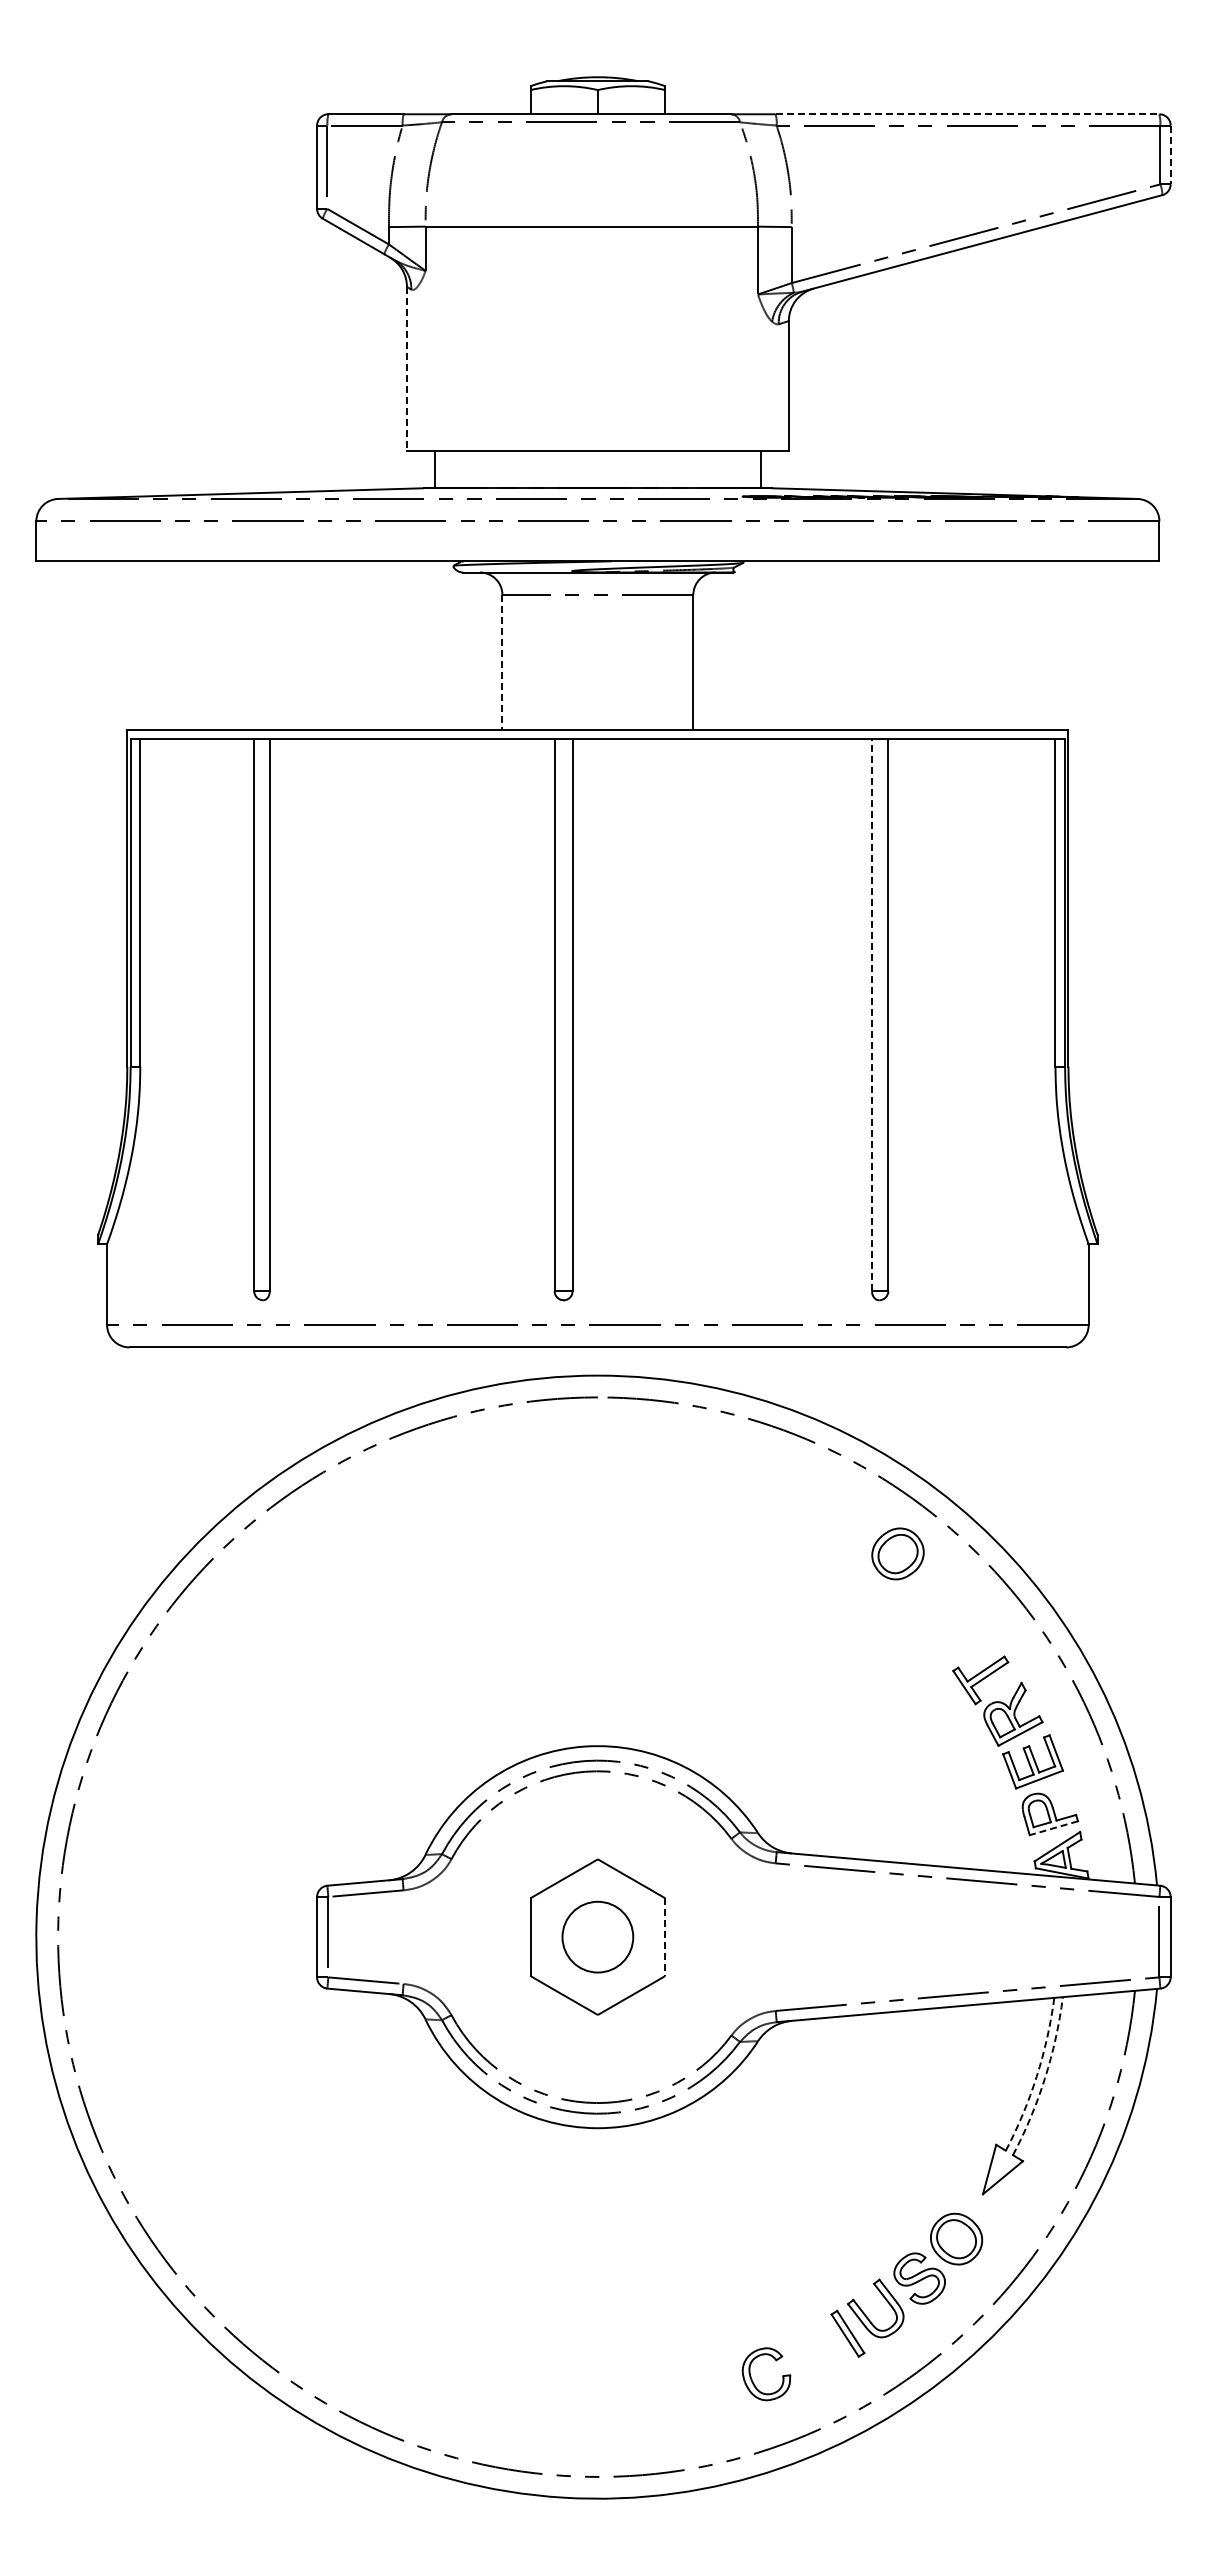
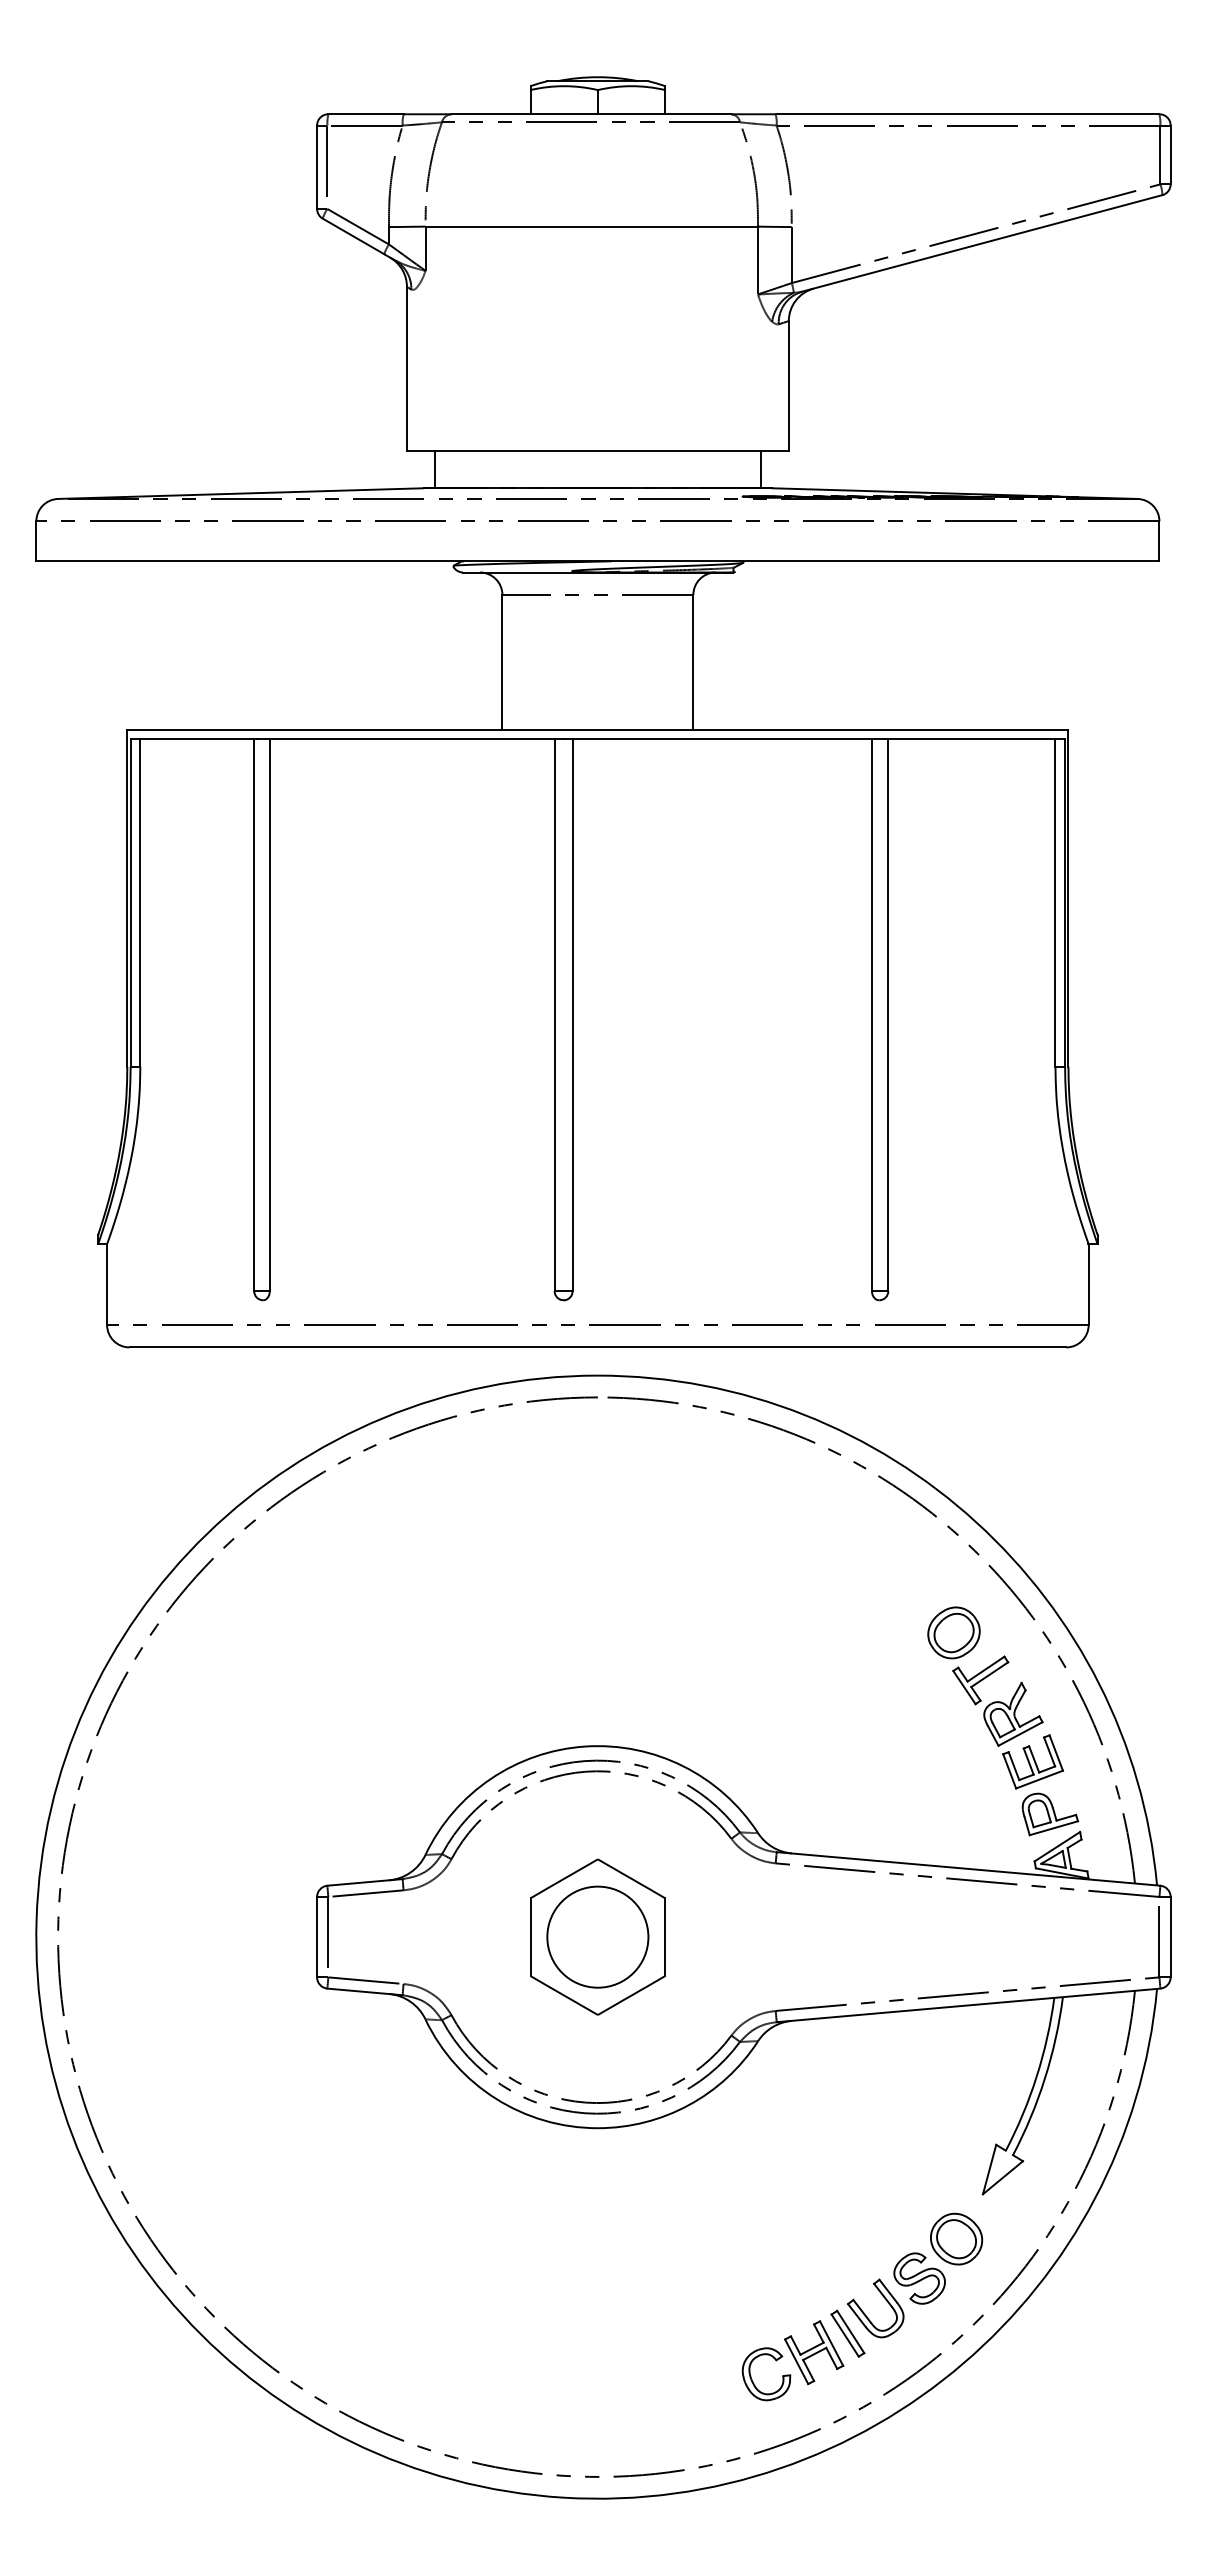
line at (967, 114): dashed -> solid
line at (1170, 155): dashed -> solid
line at (406, 369): dashed -> solid
line at (502, 662): dashed -> solid
line at (872, 1014): dashed -> solid
part at (897, 1553) position: (897, 1553) -> (953, 1632)
line at (1053, 1828): dashed -> solid
circle at (597, 1936) diameter: 71 px -> 101 px
line at (665, 1937): dashed -> solid
arc at (1036, 2076): dashed -> solid
arc at (1045, 2078): dashed -> solid
part at (814, 2352): none -> present
